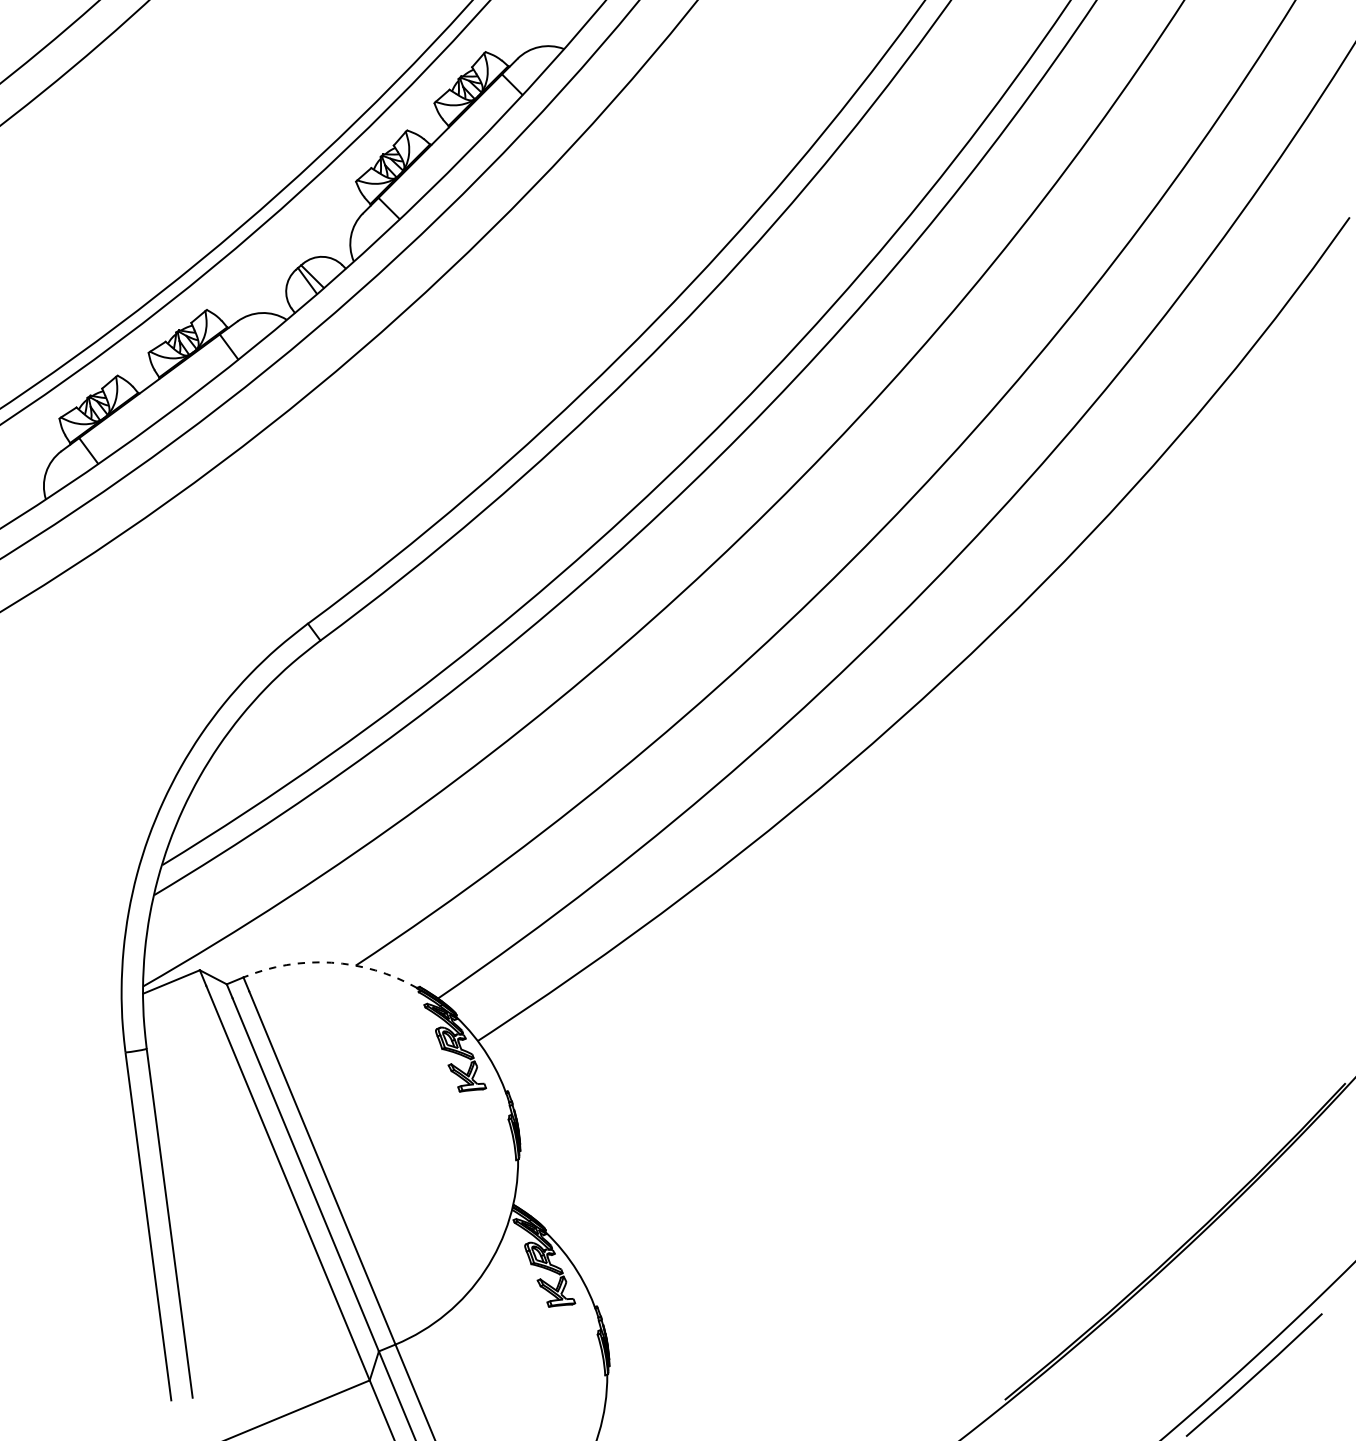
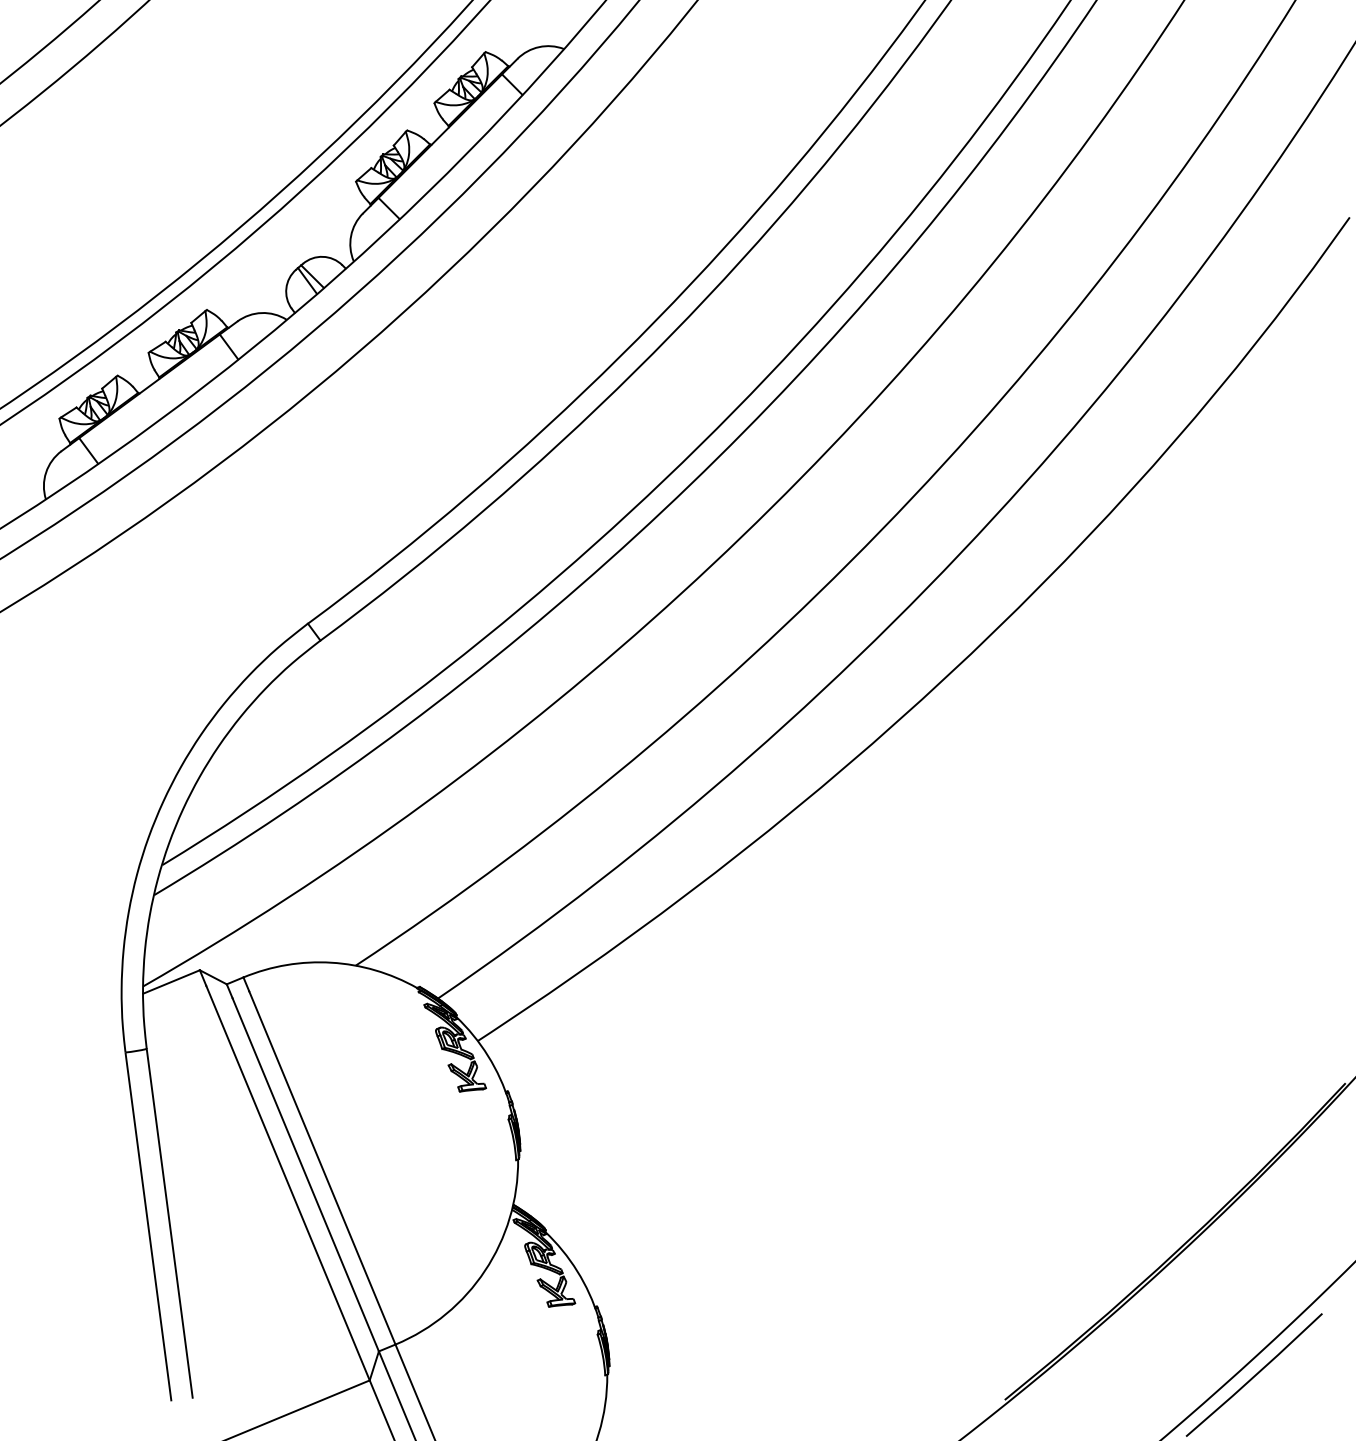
arc at (331, 962): dashed -> solid
